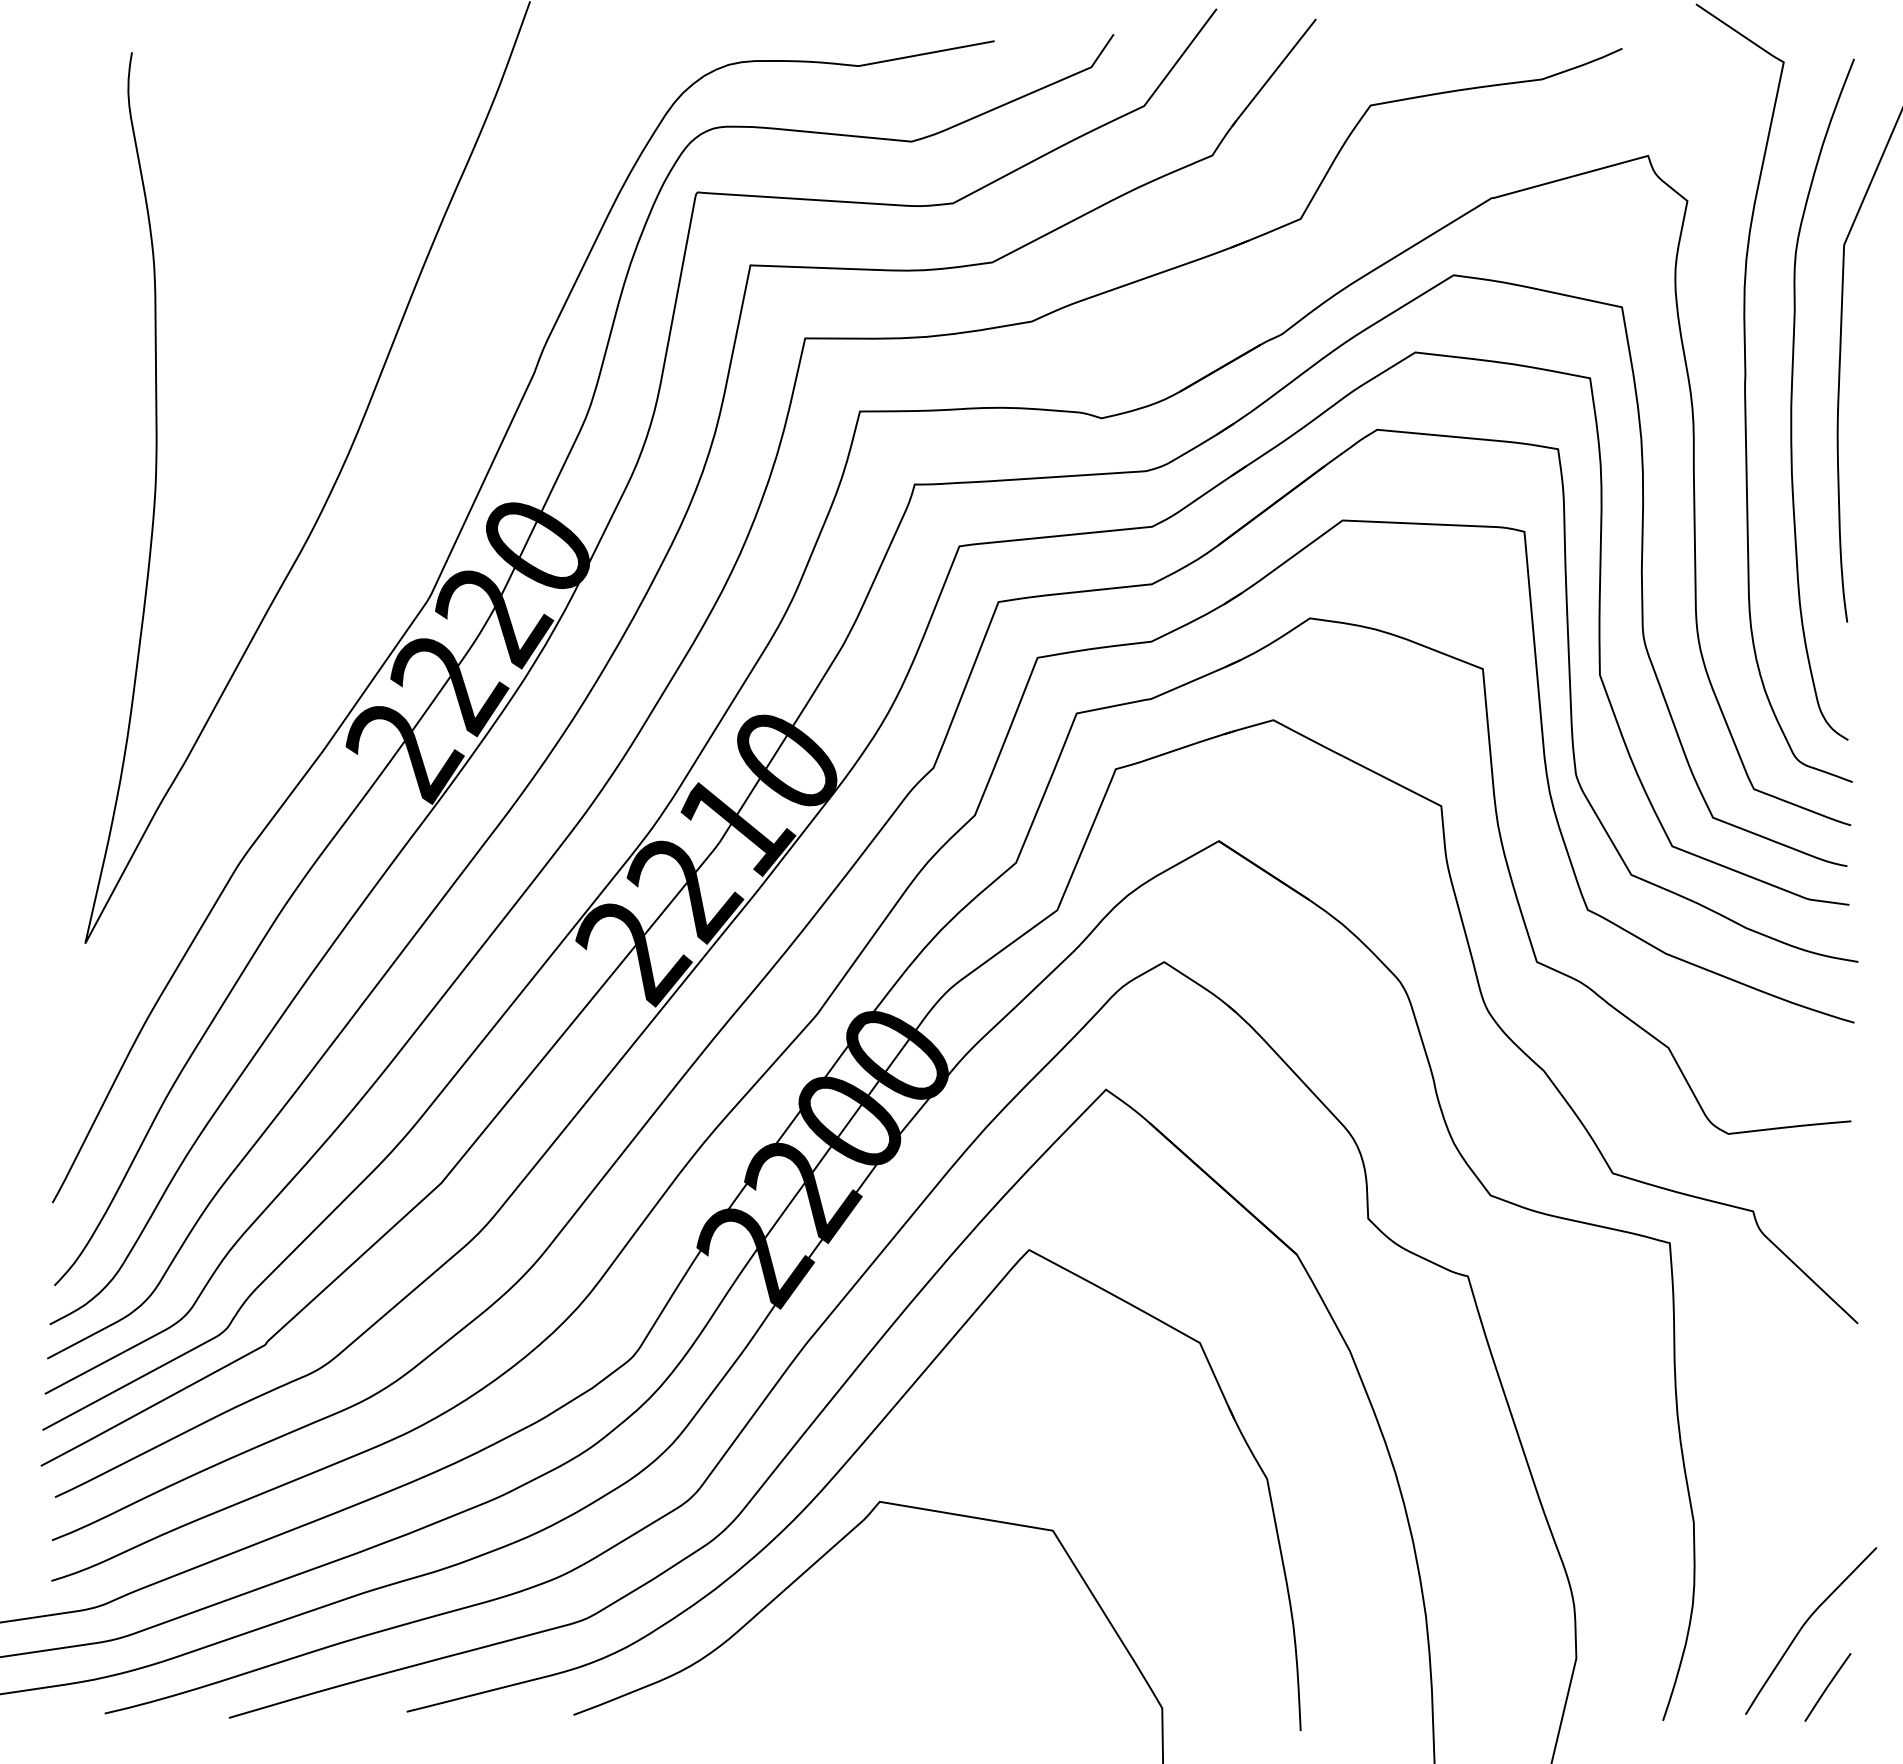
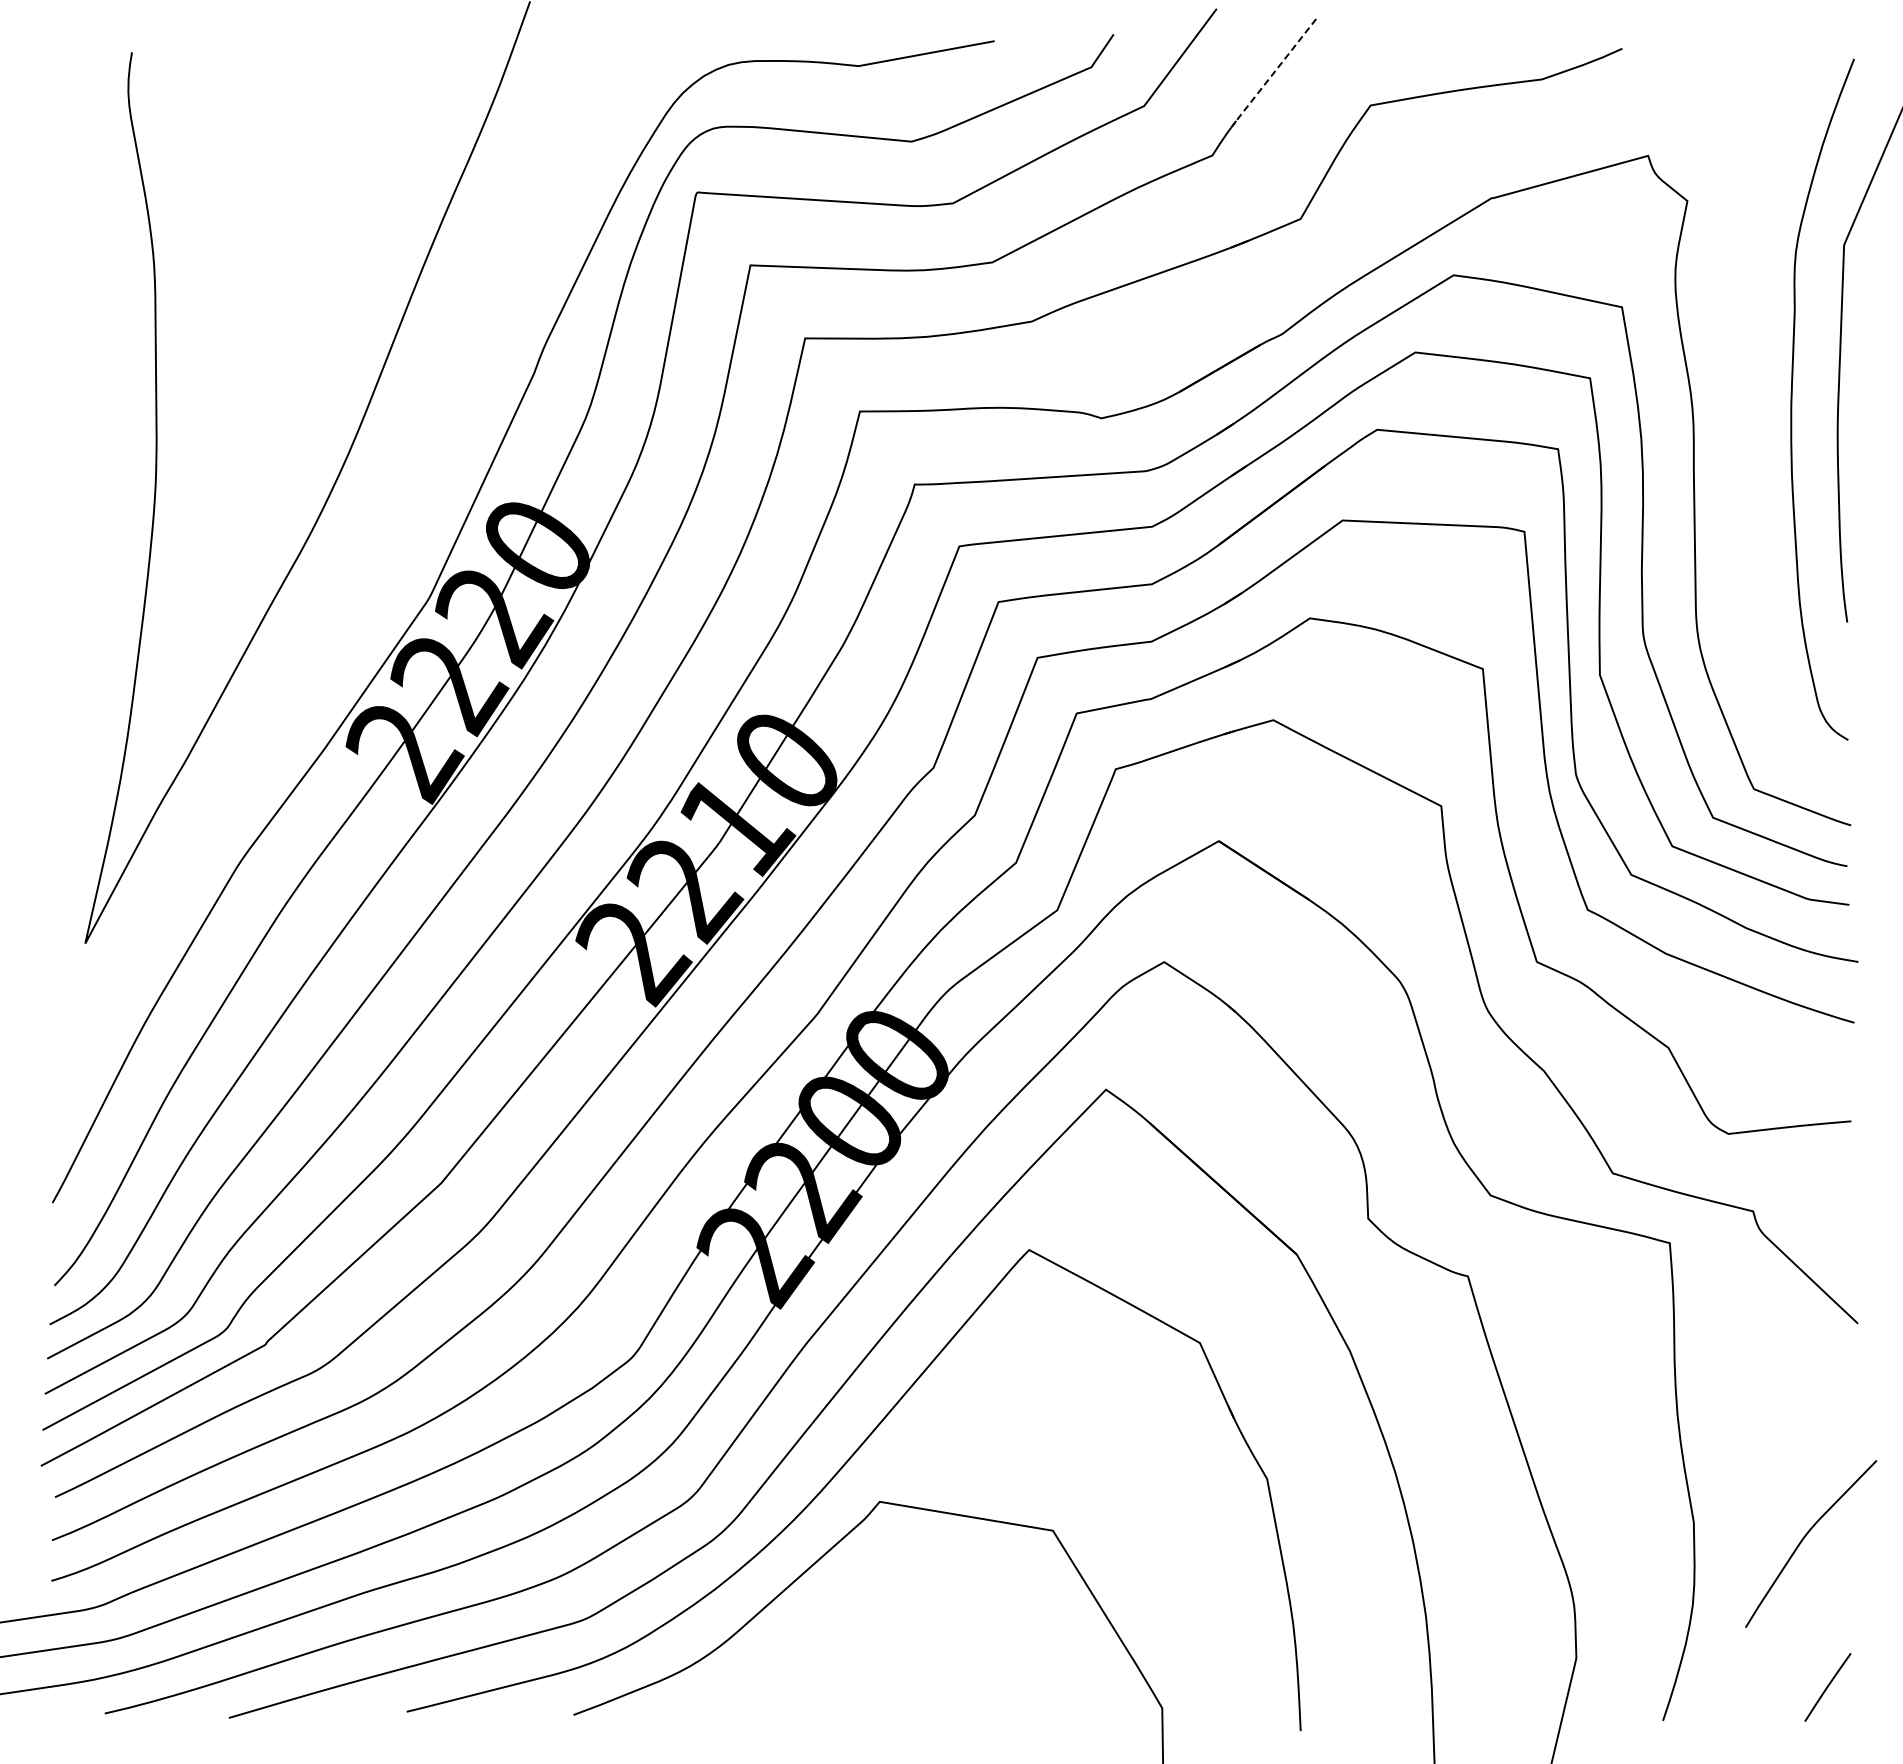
line at (1273, 73): solid -> dashed
curve at (1746, 397): present -> none
curve at (1805, 1624) position: (1805, 1624) -> (1805, 1537)
